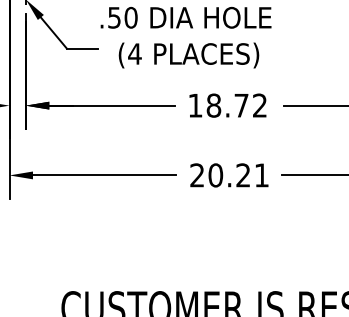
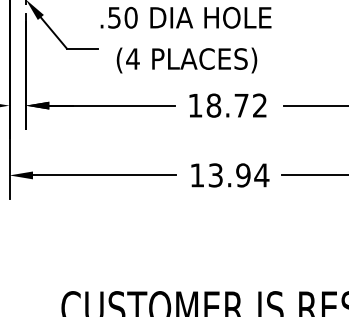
text at (188, 55) position: (188, 55) -> (186, 60)
text at (229, 175): 20.21 -> 13.94
